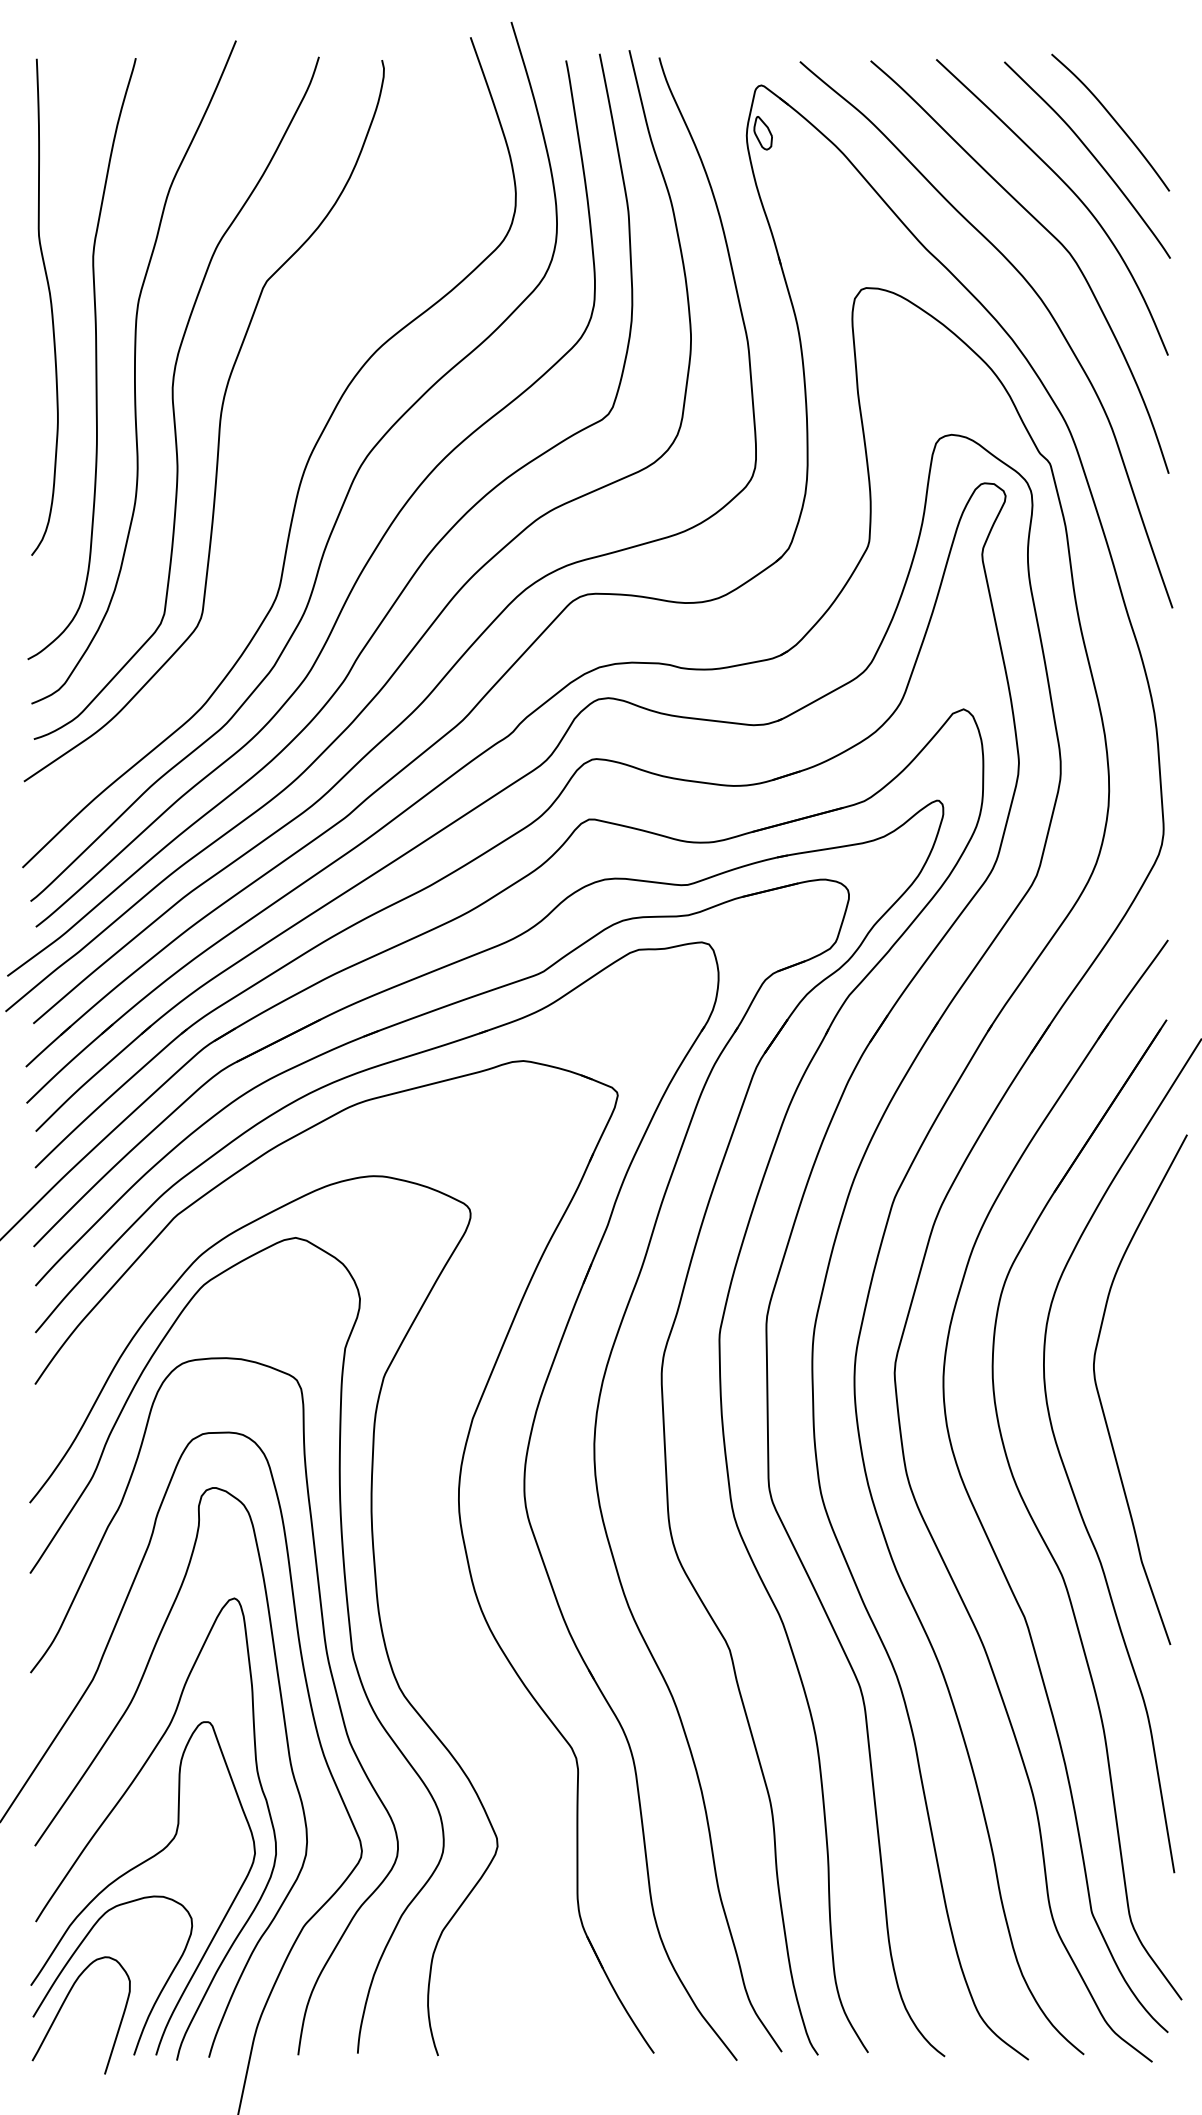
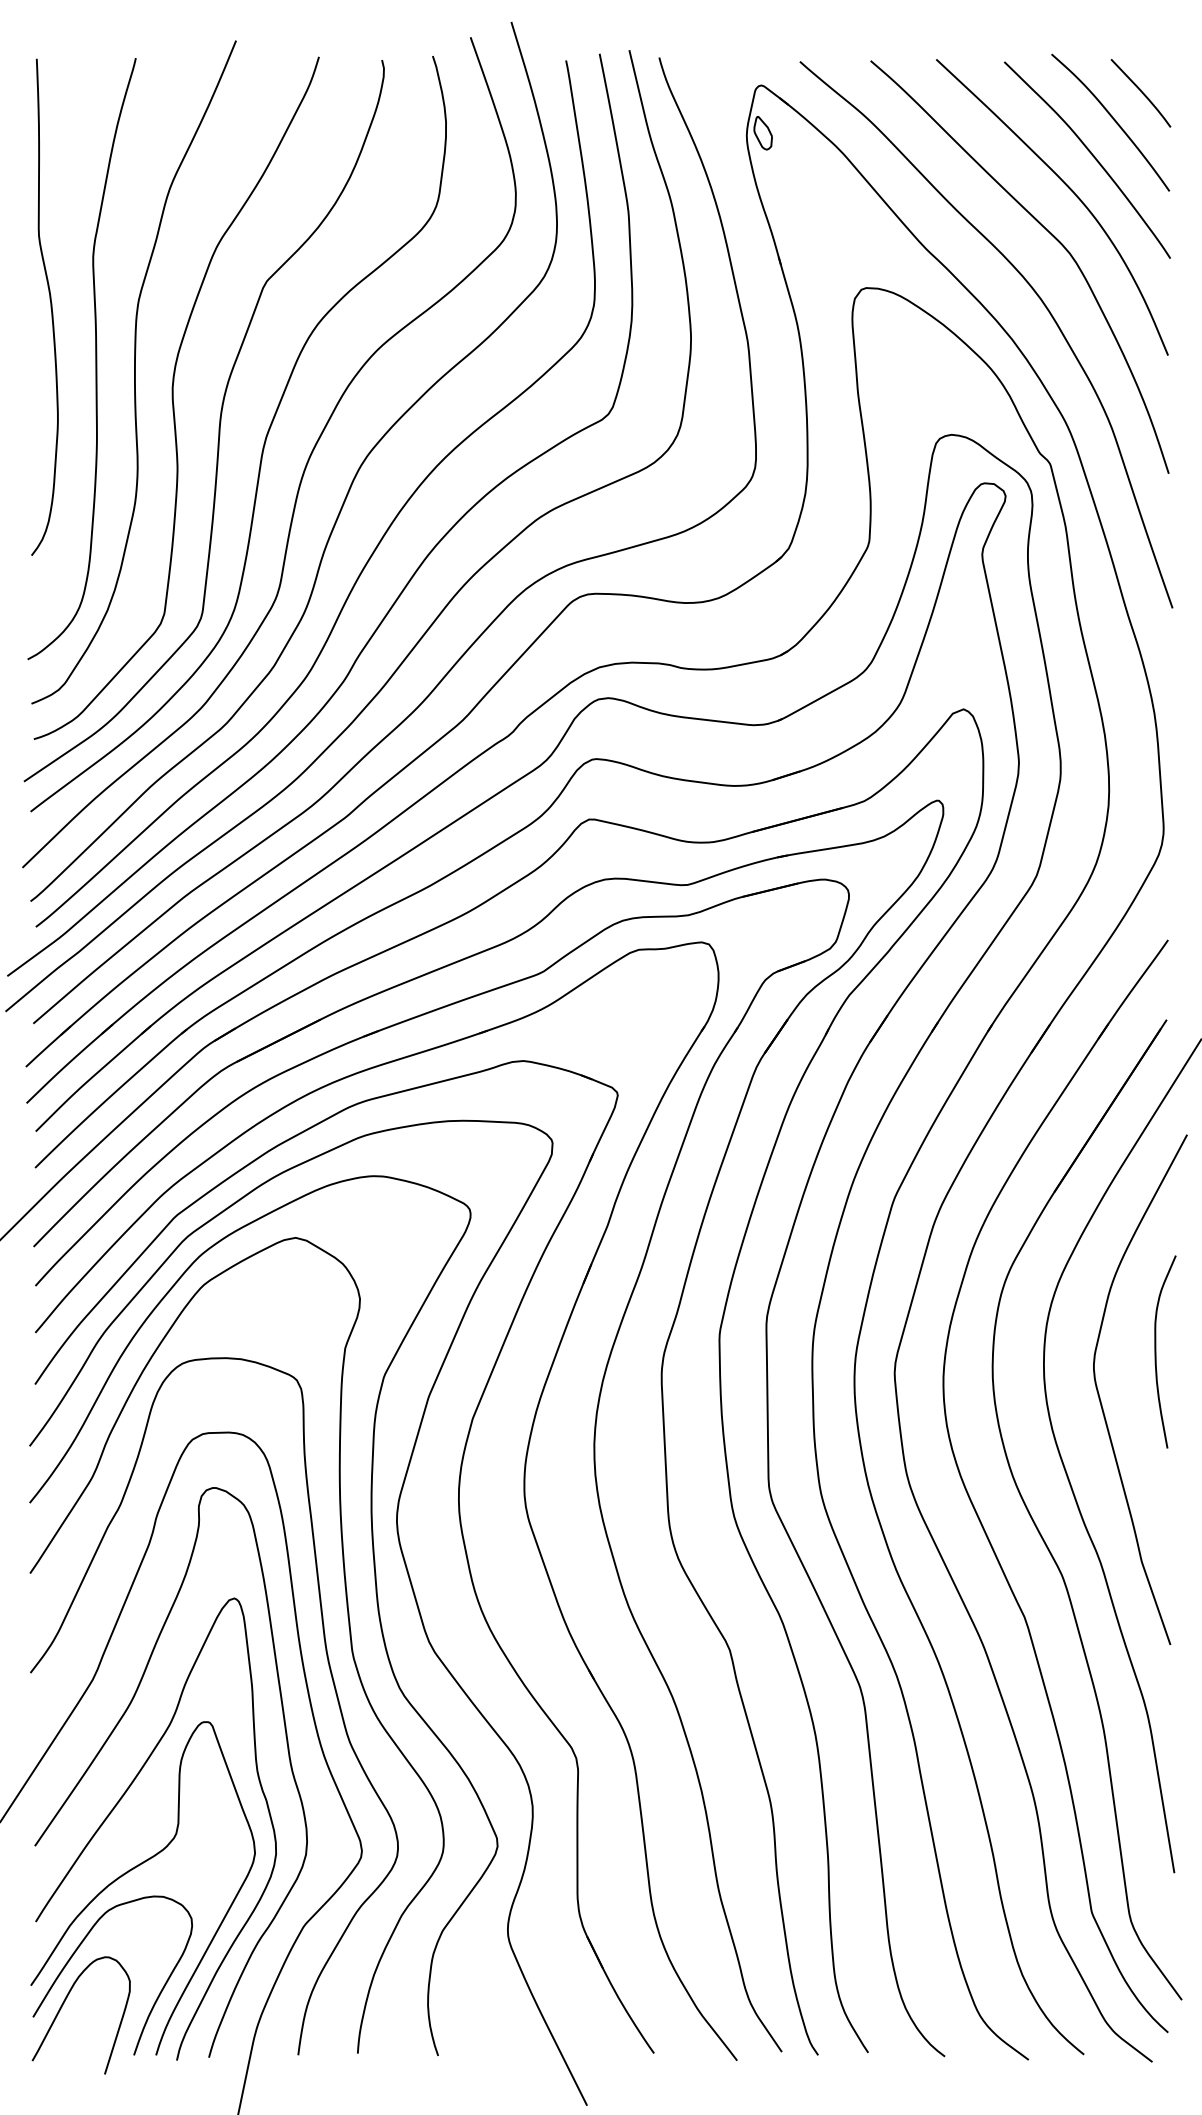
curve at (1141, 92): none -> present
curve at (264, 439): none -> present
curve at (1156, 1351): none -> present
curve at (409, 1582): none -> present
